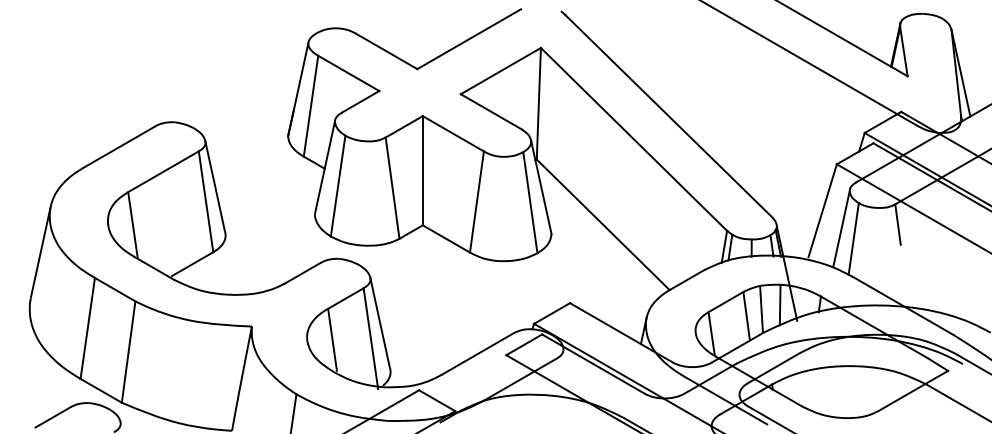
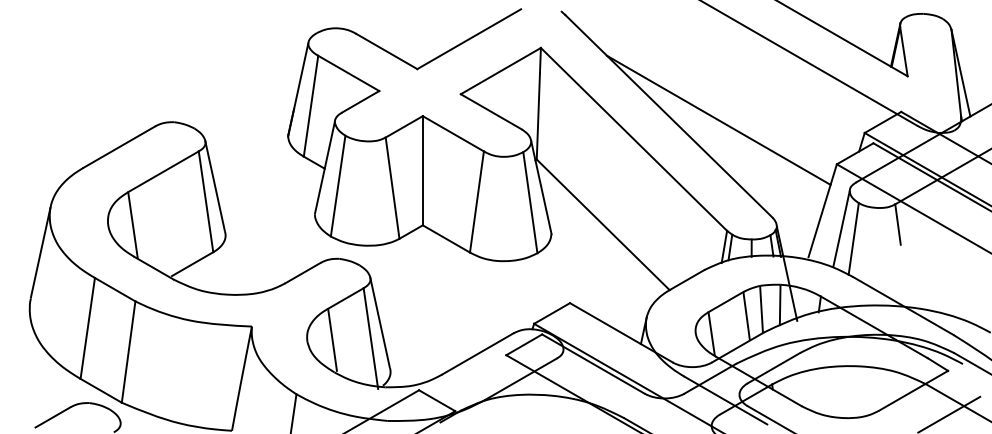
line at (718, 119): none -> present
line at (950, 413): none -> present
